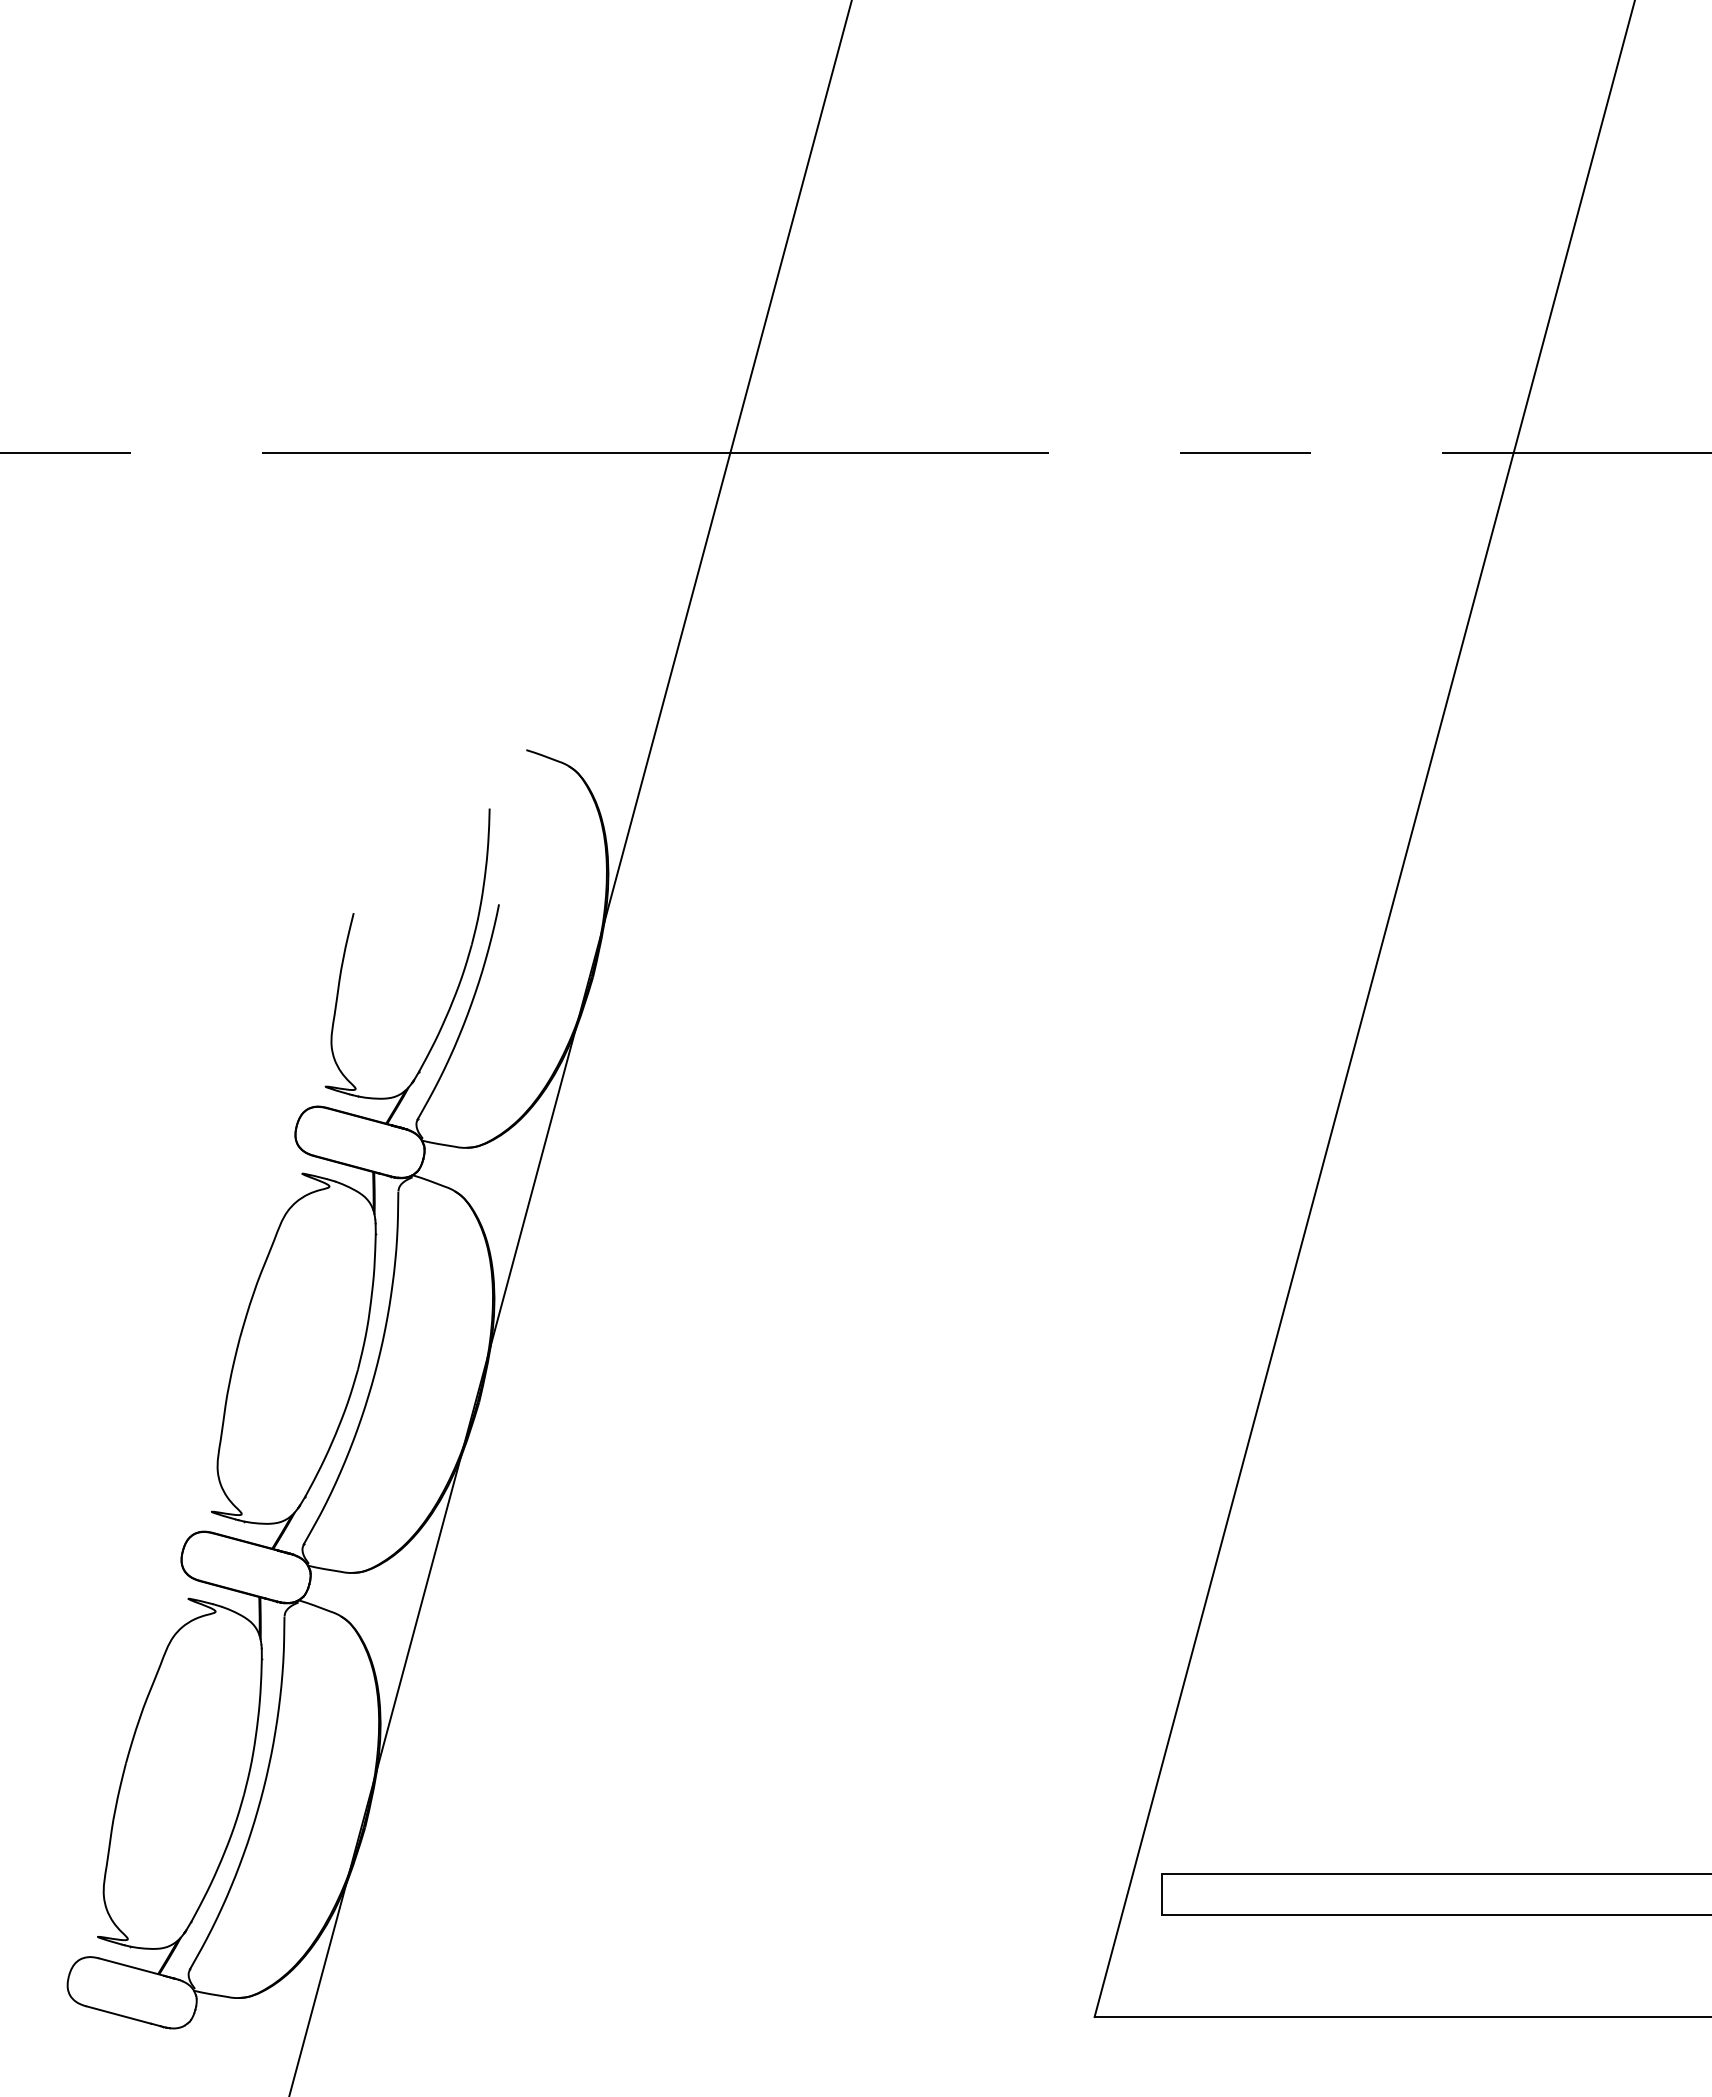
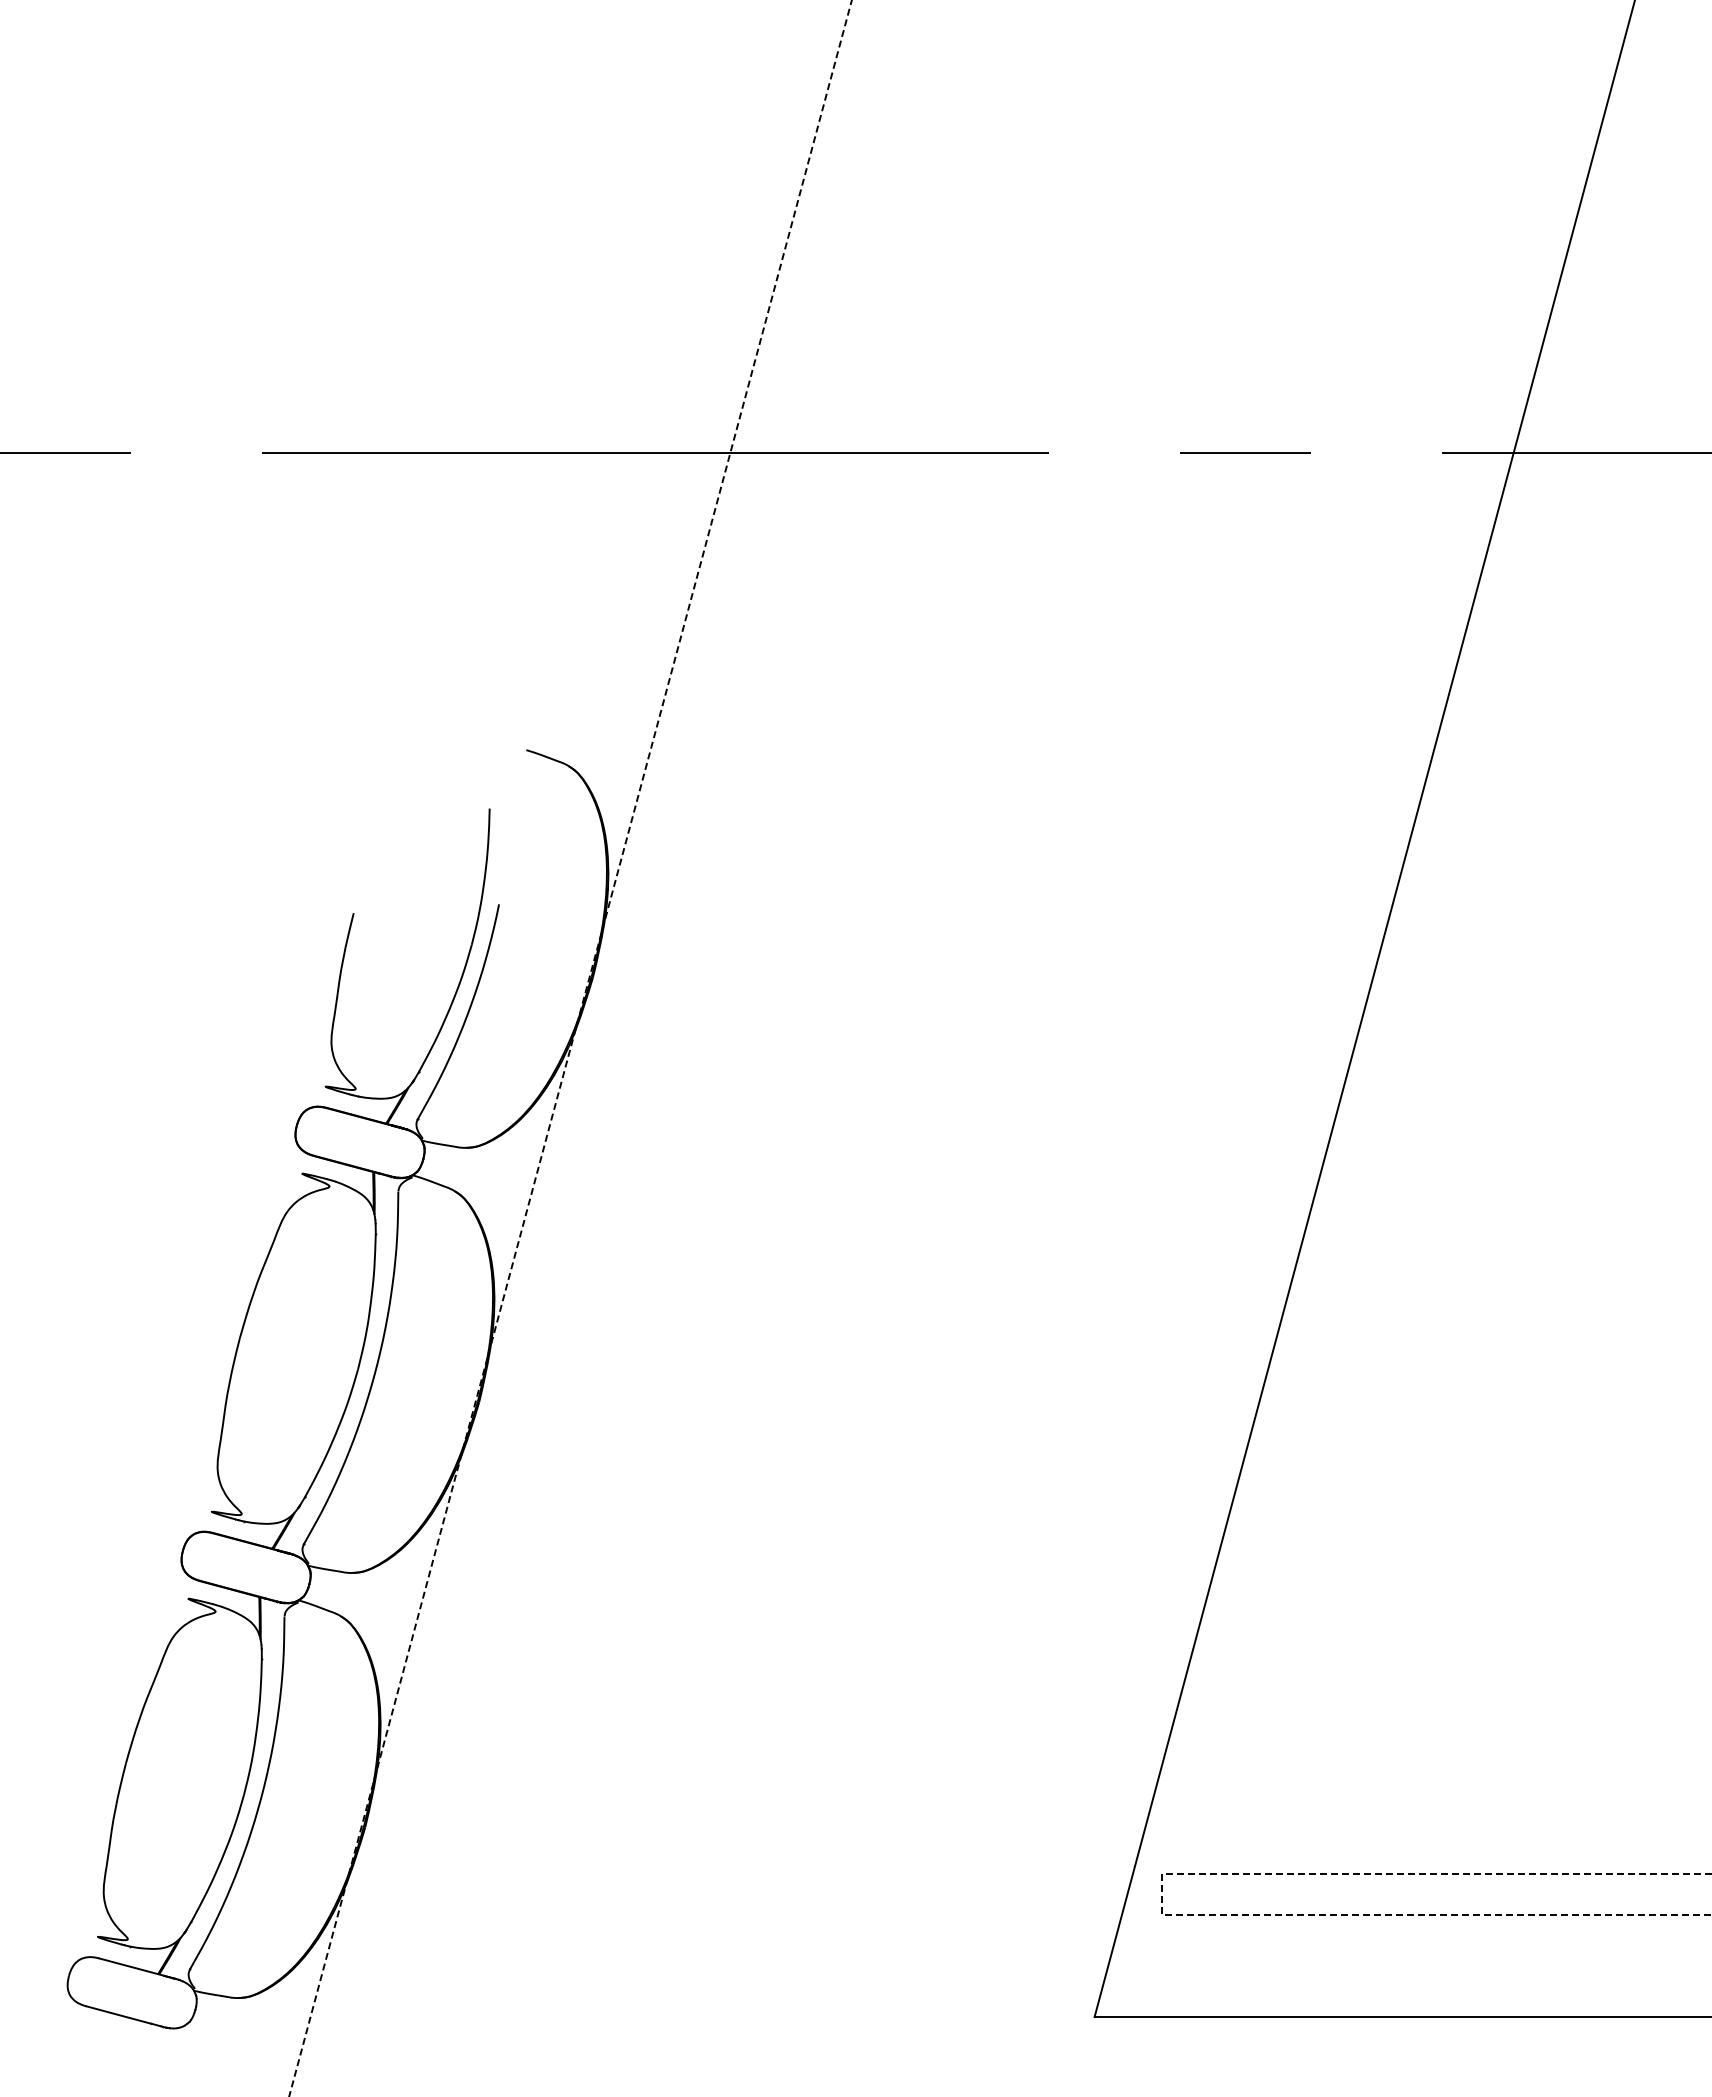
line at (570, 1048): solid -> dashed
line at (1162, 1894): solid -> dashed
